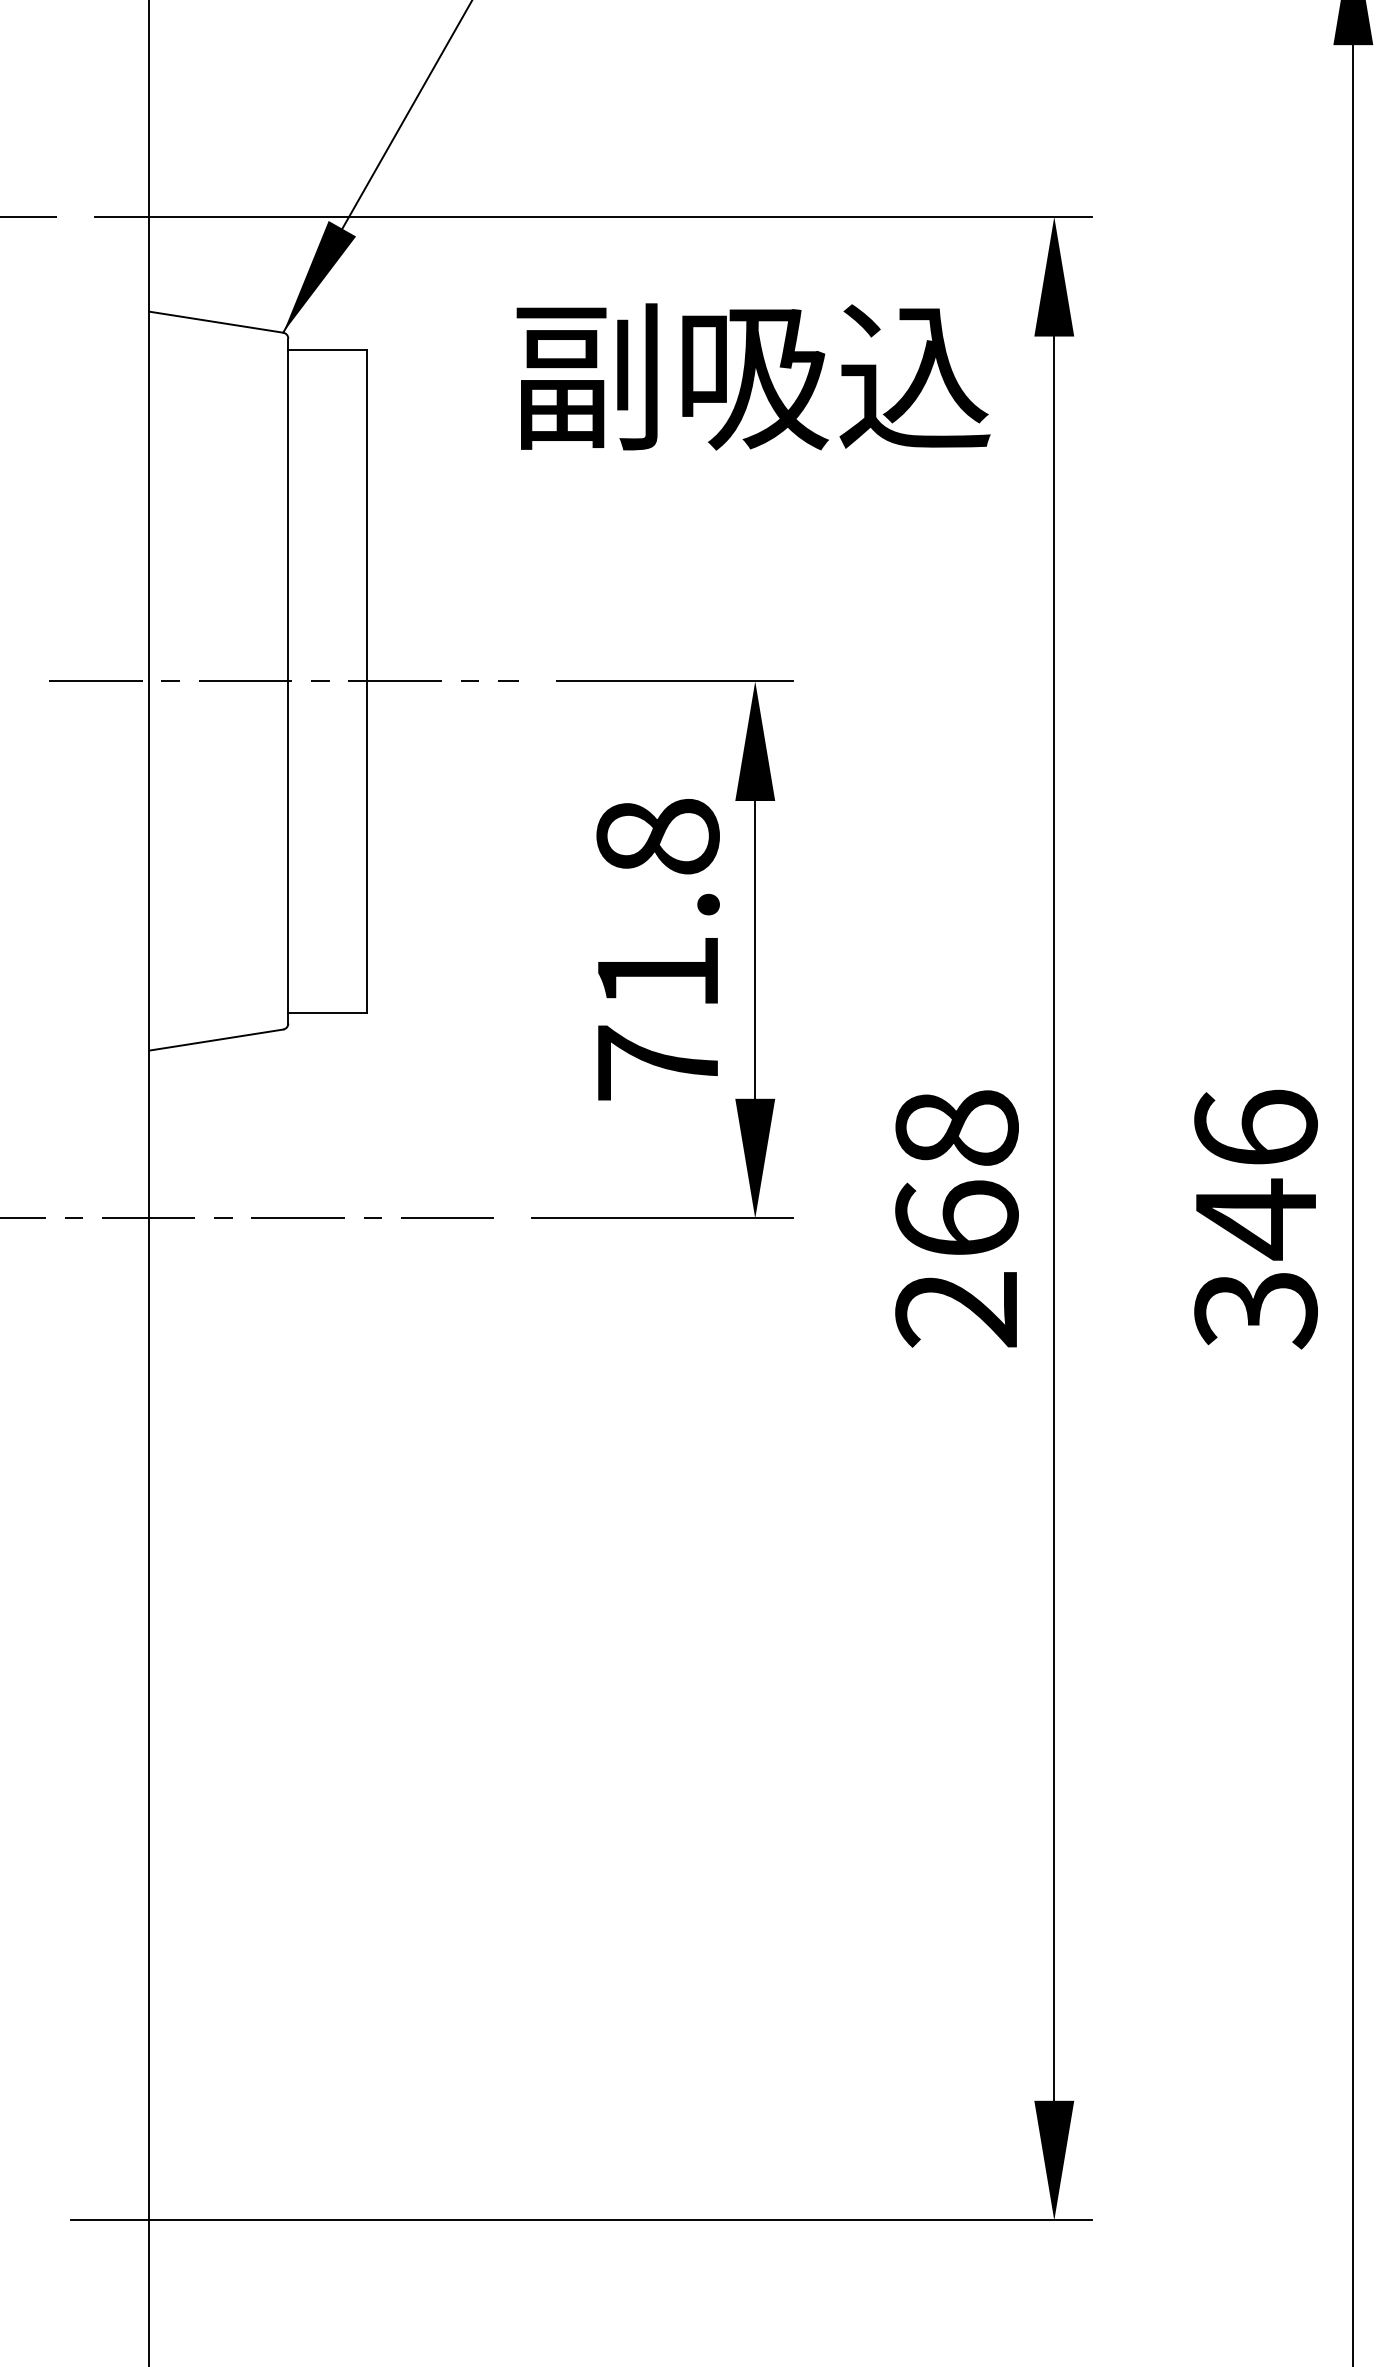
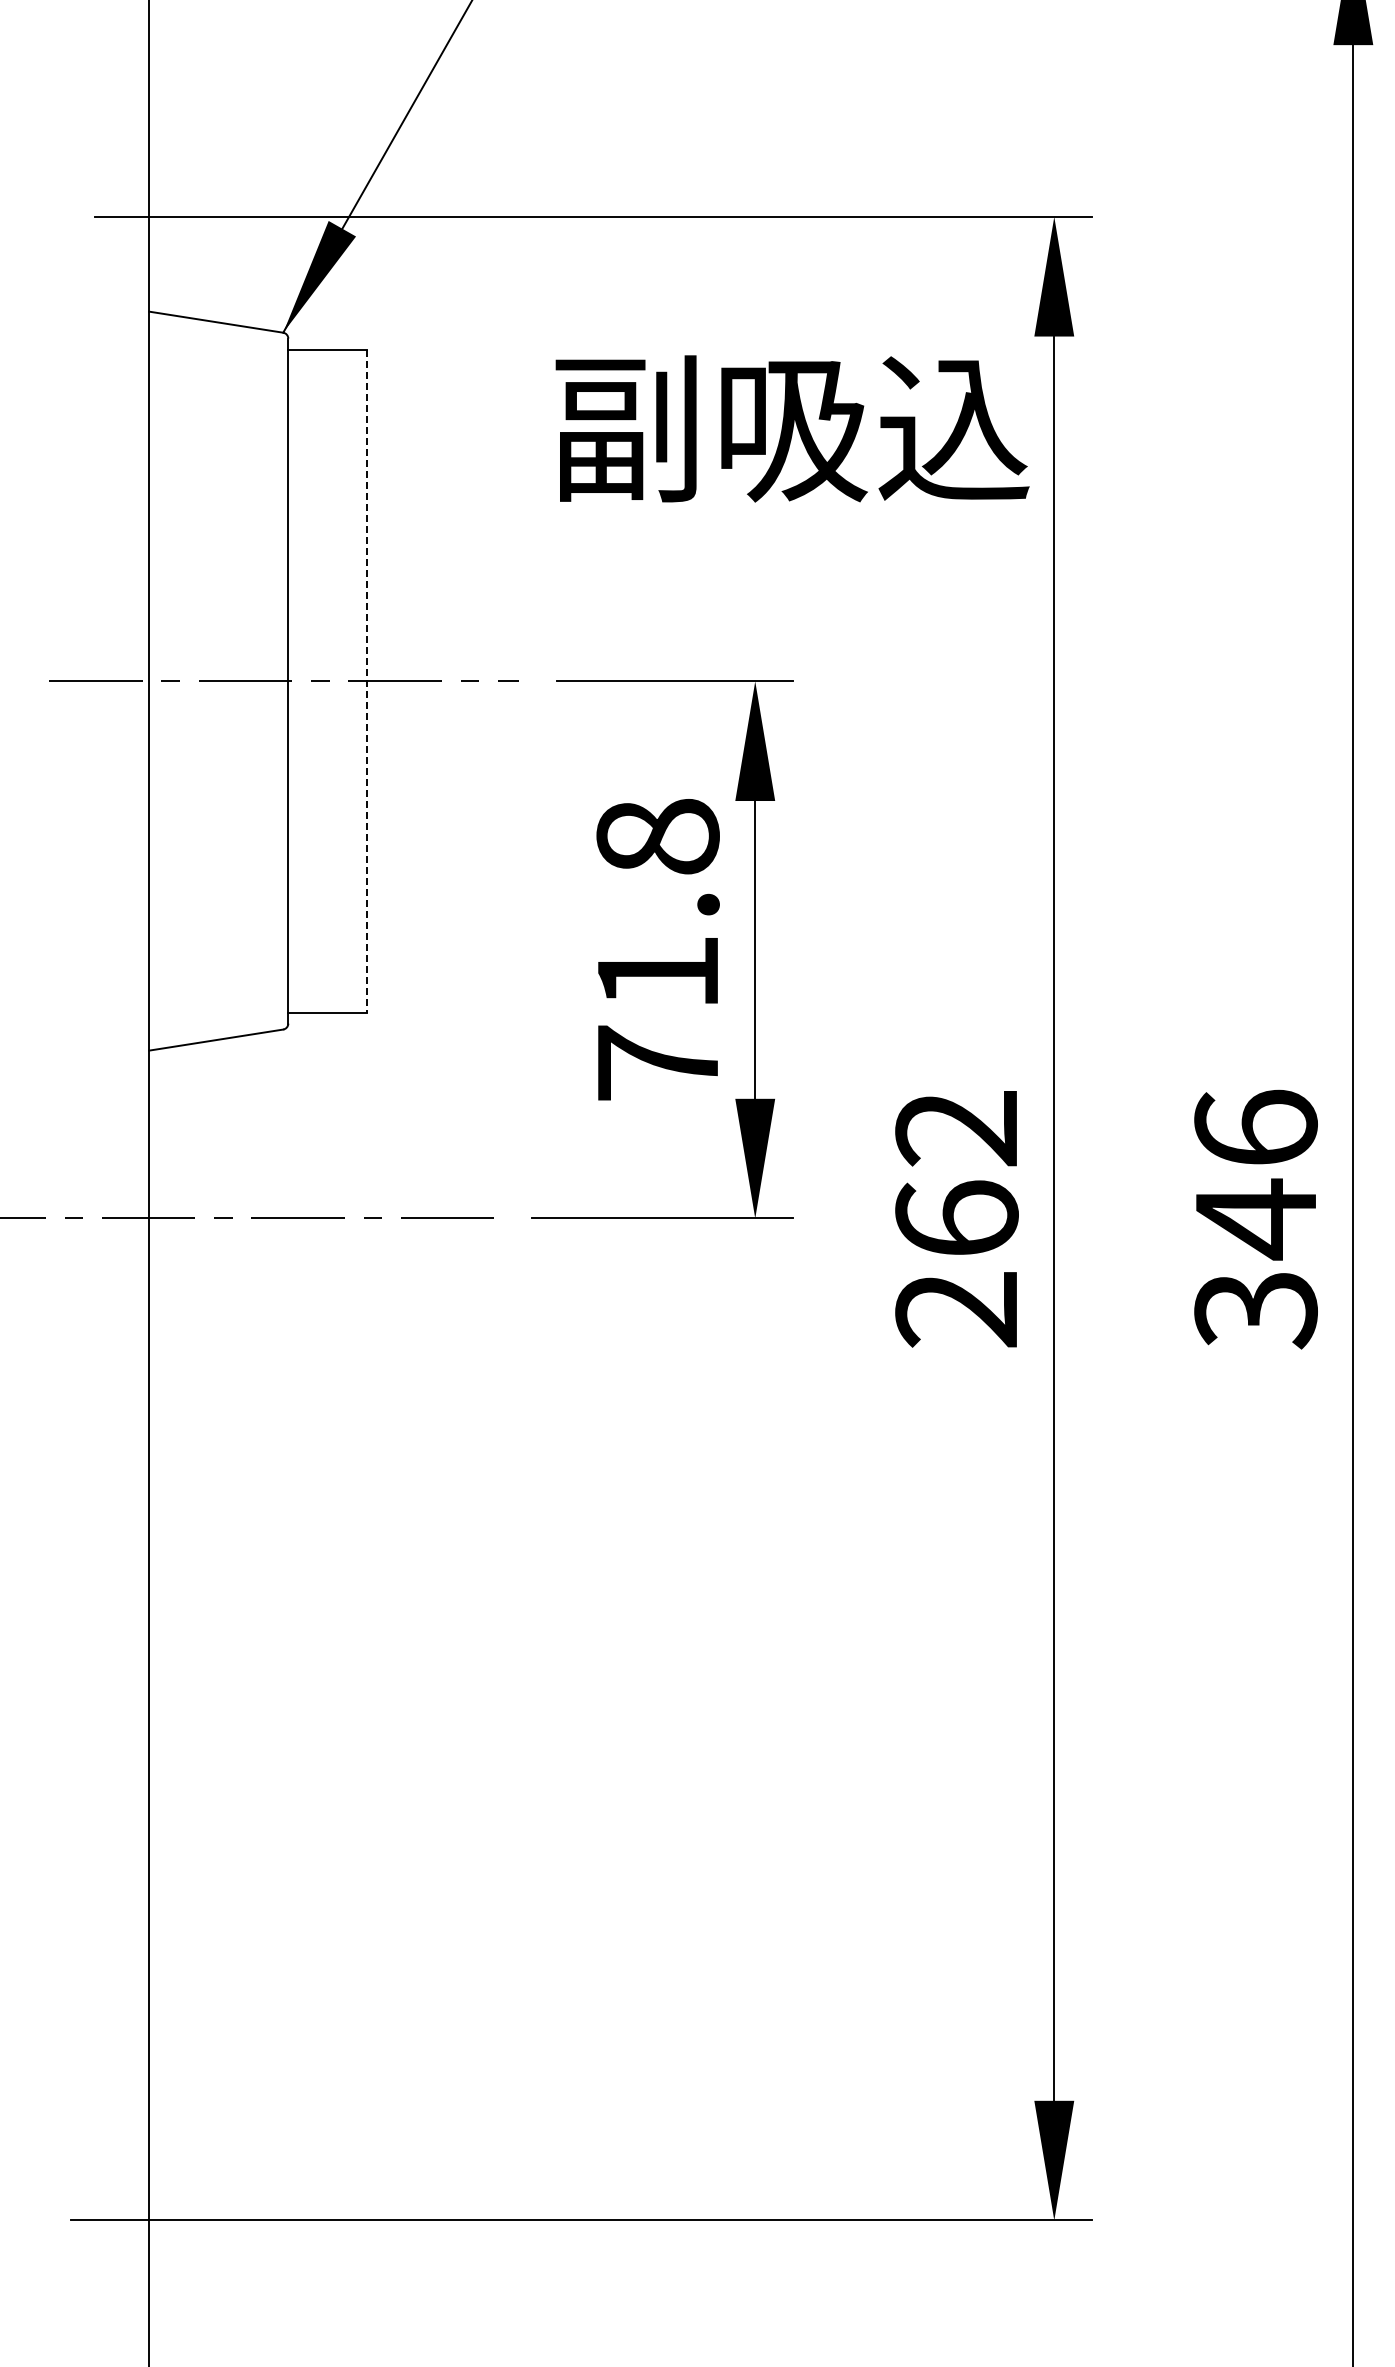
line at (29, 216): present -> none
text at (753, 376) position: (753, 376) -> (792, 428)
line at (366, 681): solid -> dashed
text at (956, 1128): 268 -> 262
